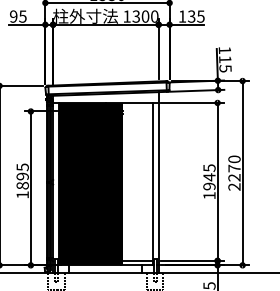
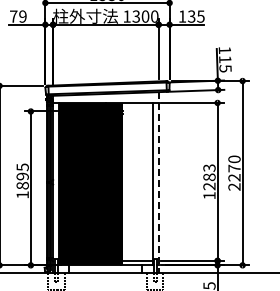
text at (18, 16): 95 -> 79
text at (209, 177): 1945 -> 1283
line at (158, 182): solid -> dashed
